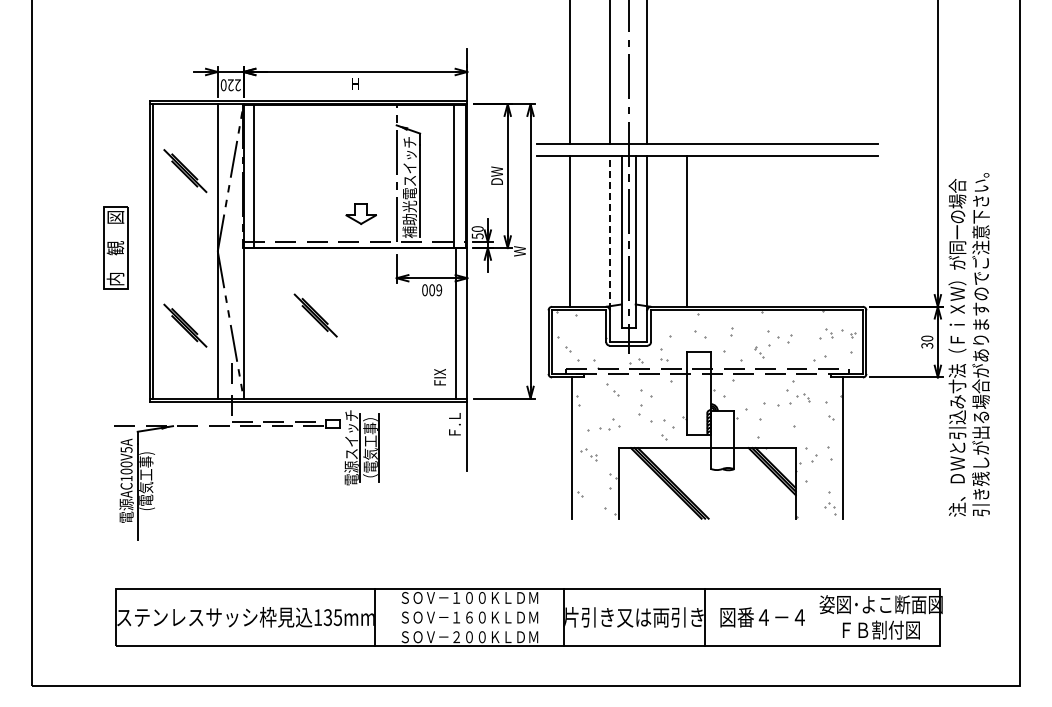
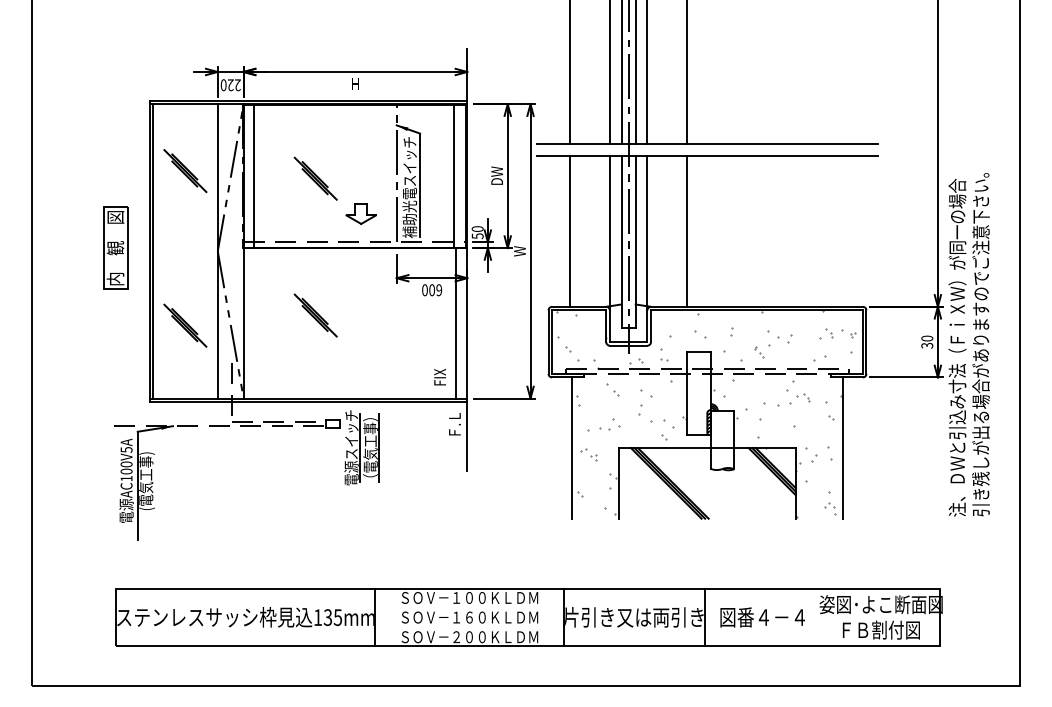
line at (621, 73): none -> present
line at (635, 73): none -> present
line at (687, 73): none -> present
part at (315, 178): none -> present
line at (609, 232): dashed -> solid
